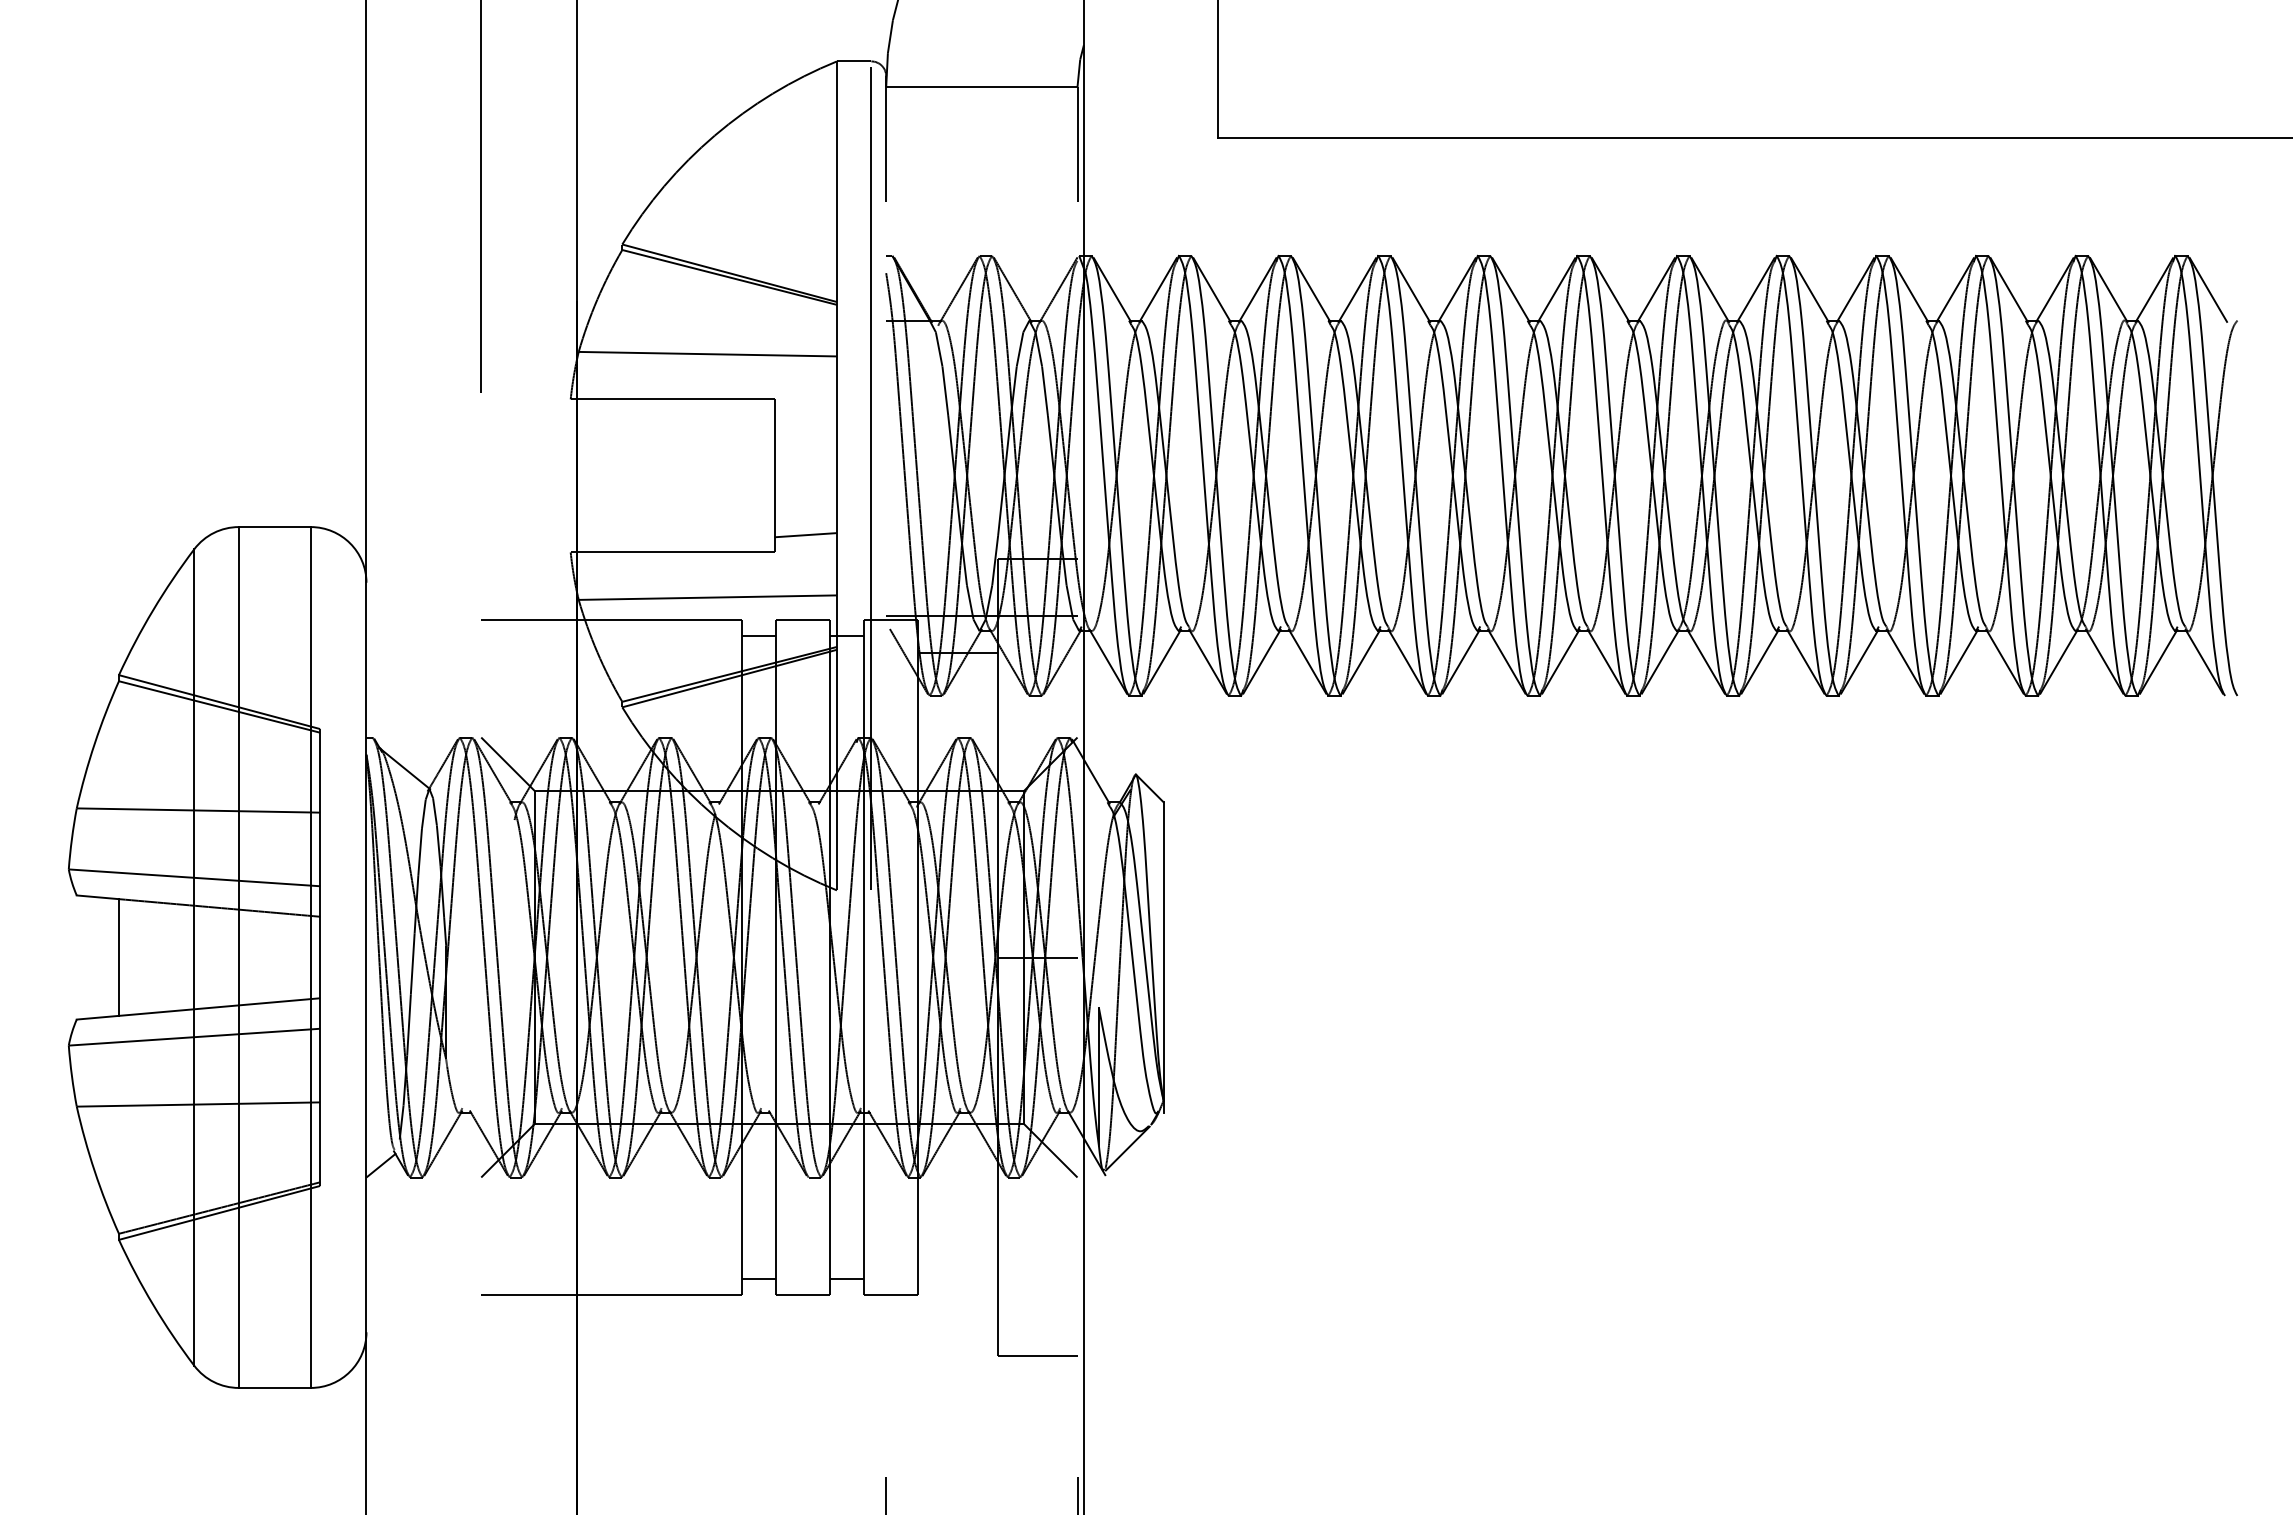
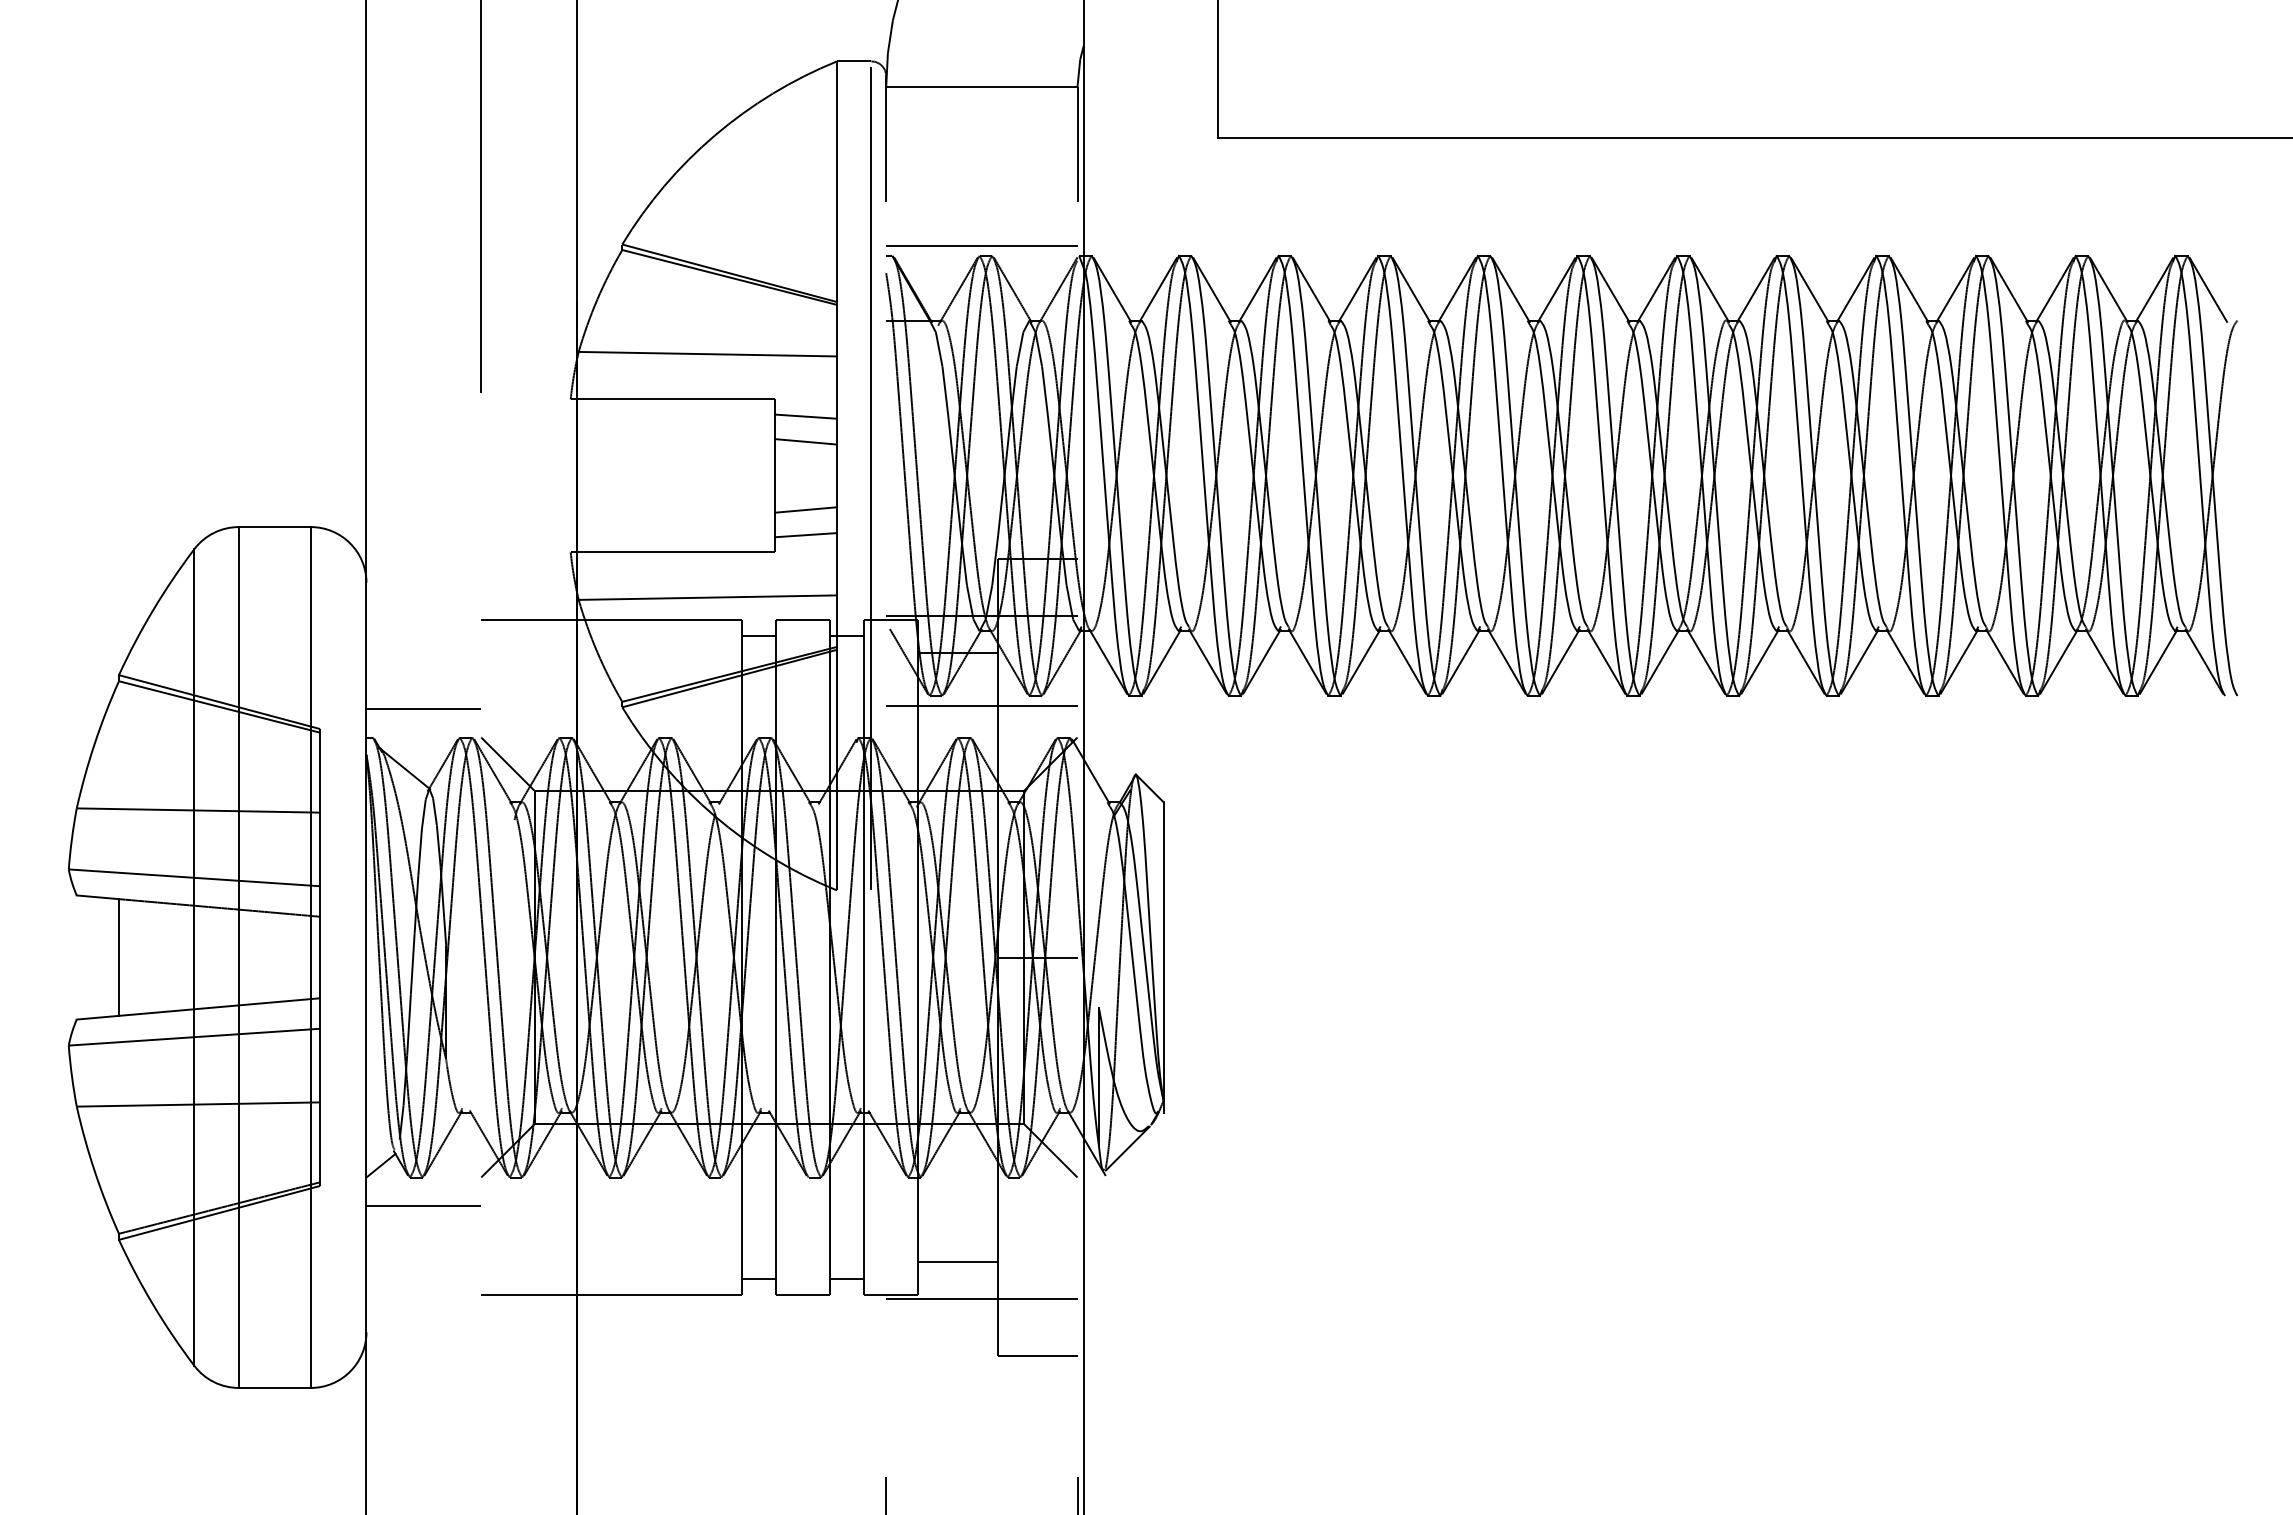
line at (981, 246): none -> present
line at (805, 416): none -> present
line at (805, 441): none -> present
line at (805, 509): none -> present
line at (981, 705): none -> present
line at (423, 708): none -> present
line at (423, 1206): none -> present
line at (957, 1261): none -> present
line at (981, 1298): none -> present
